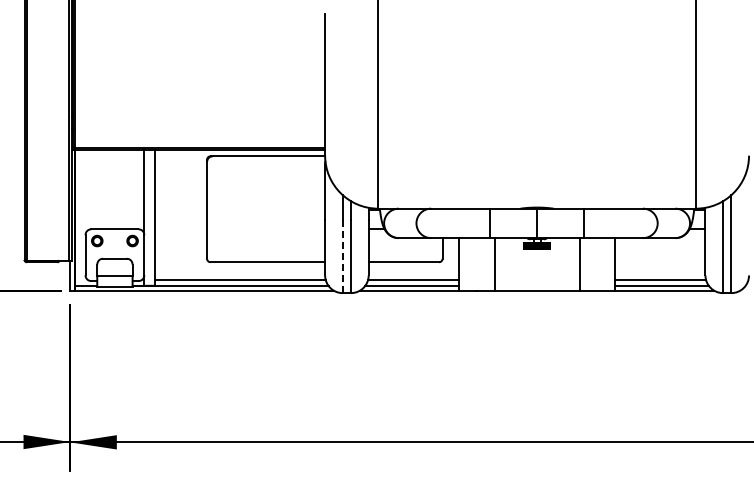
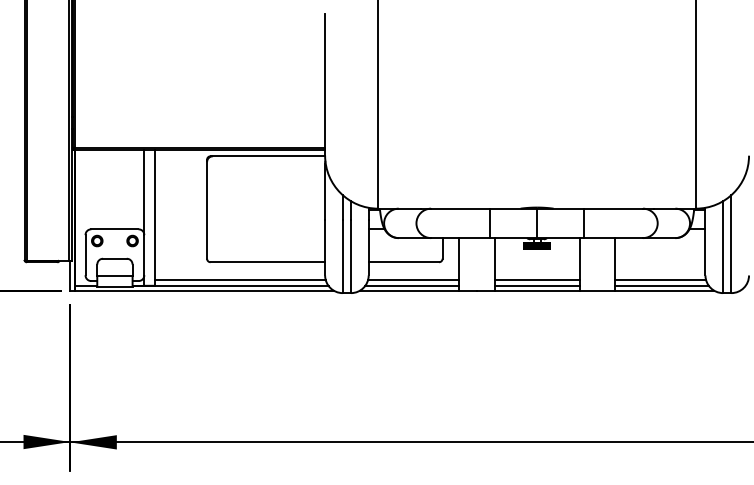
line at (342, 256): dashed -> solid
line at (536, 279): none -> present
line at (536, 285): none -> present
